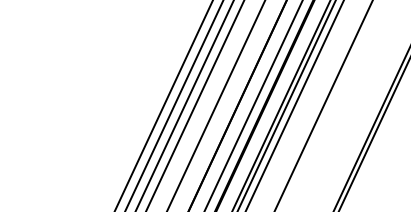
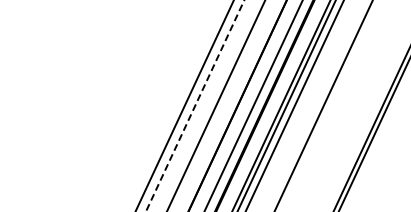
line at (164, 105): present -> none
line at (174, 105): present -> none
line at (195, 105): solid -> dashed
